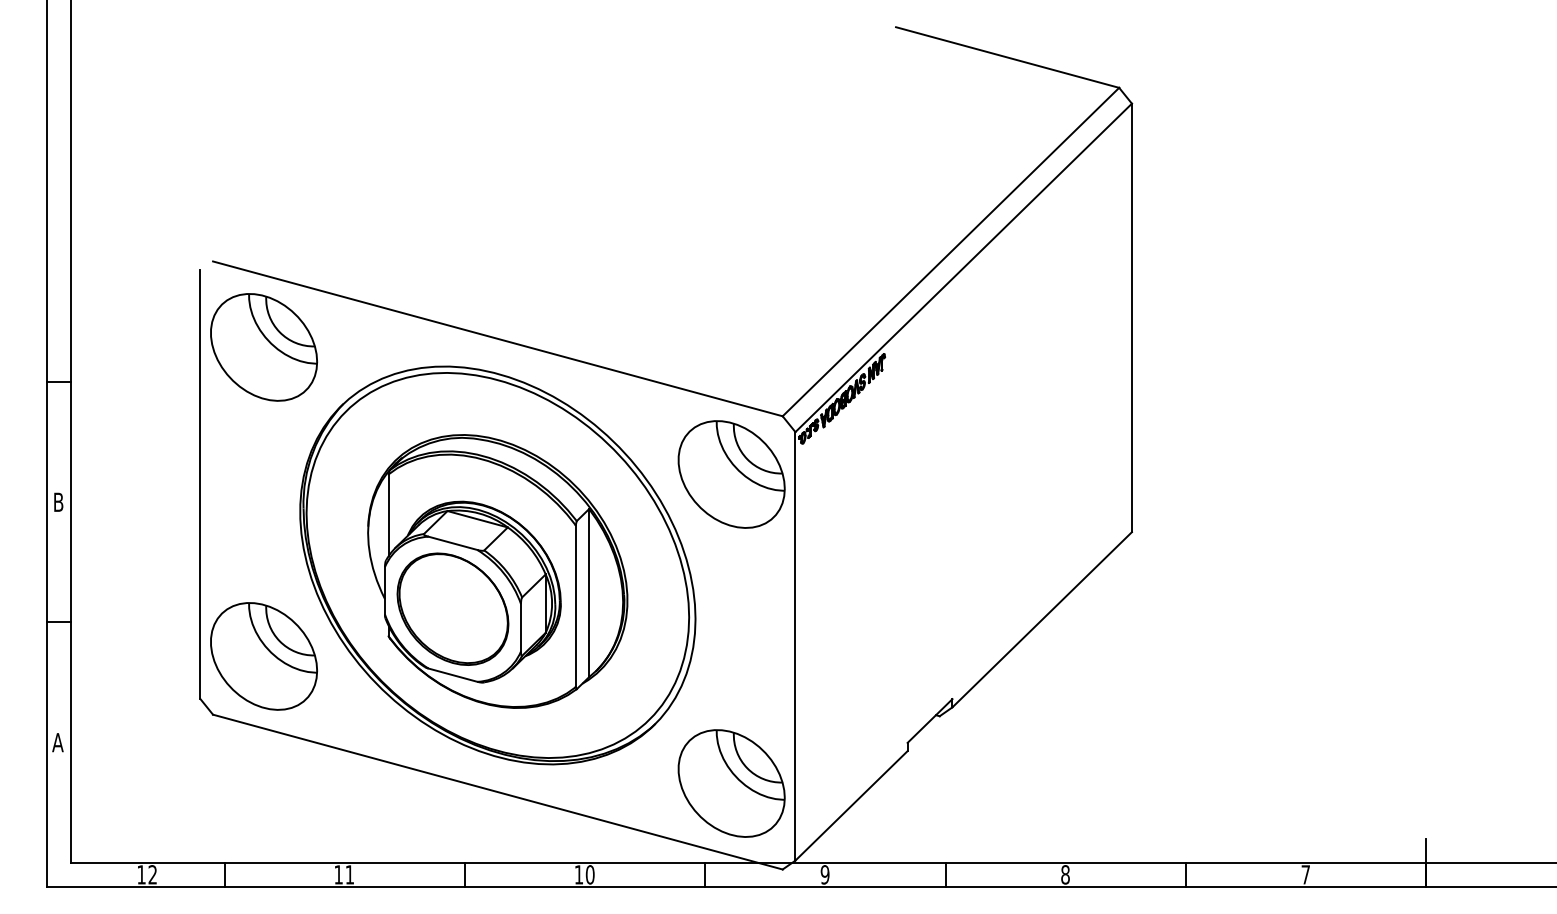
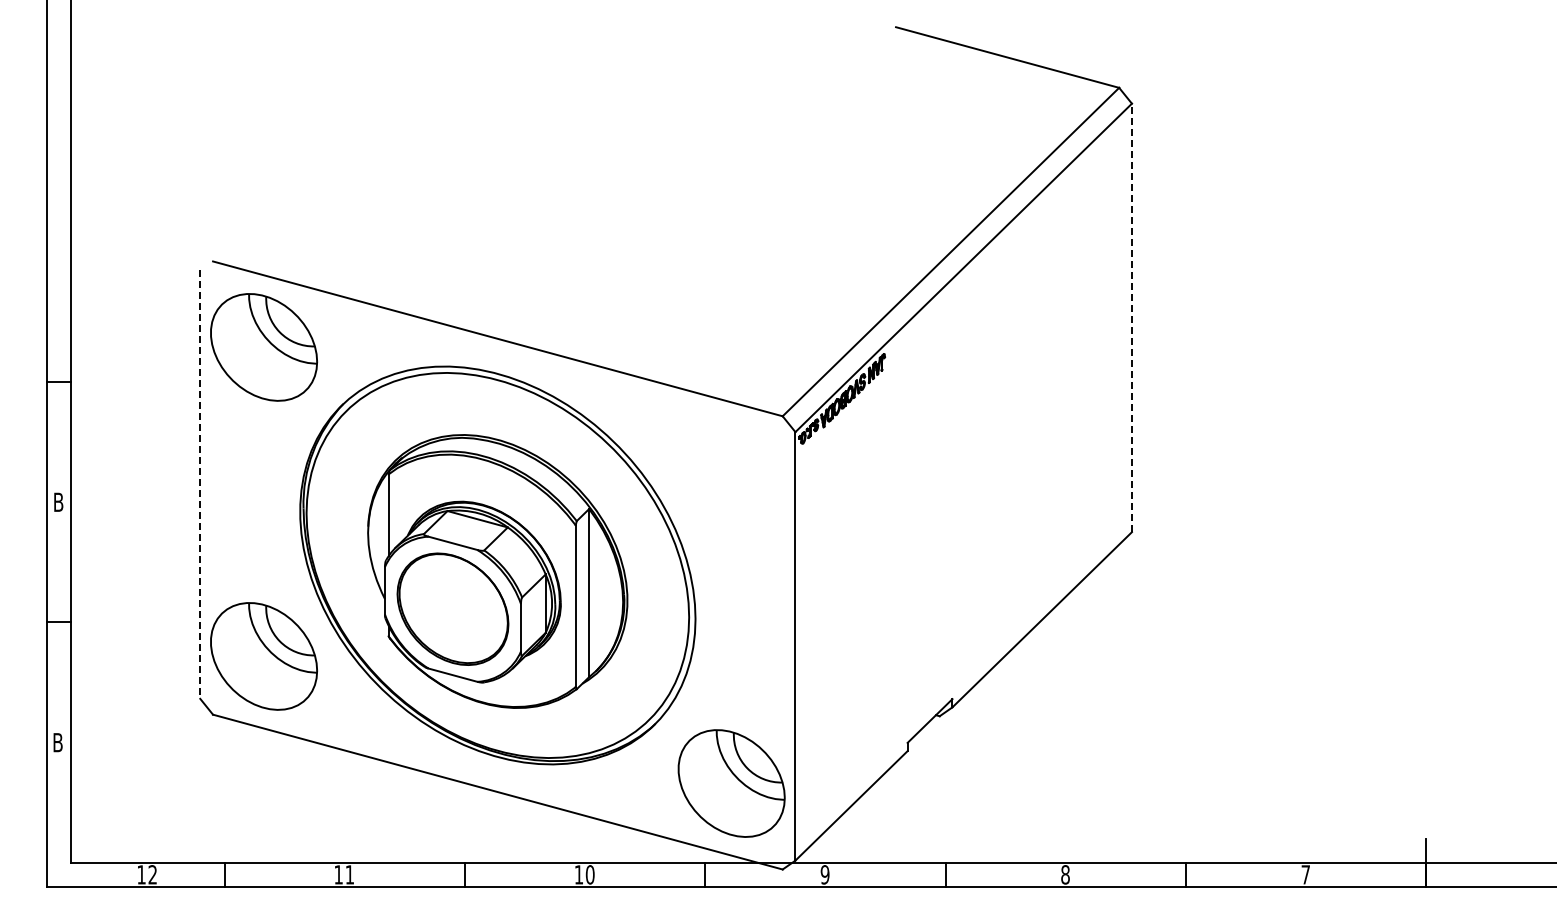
line at (1131, 317): solid -> dashed
part at (731, 474): present -> none
line at (200, 485): solid -> dashed
text at (57, 742): A -> B
